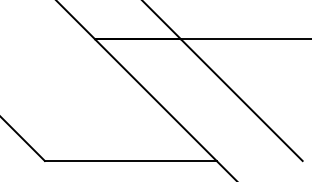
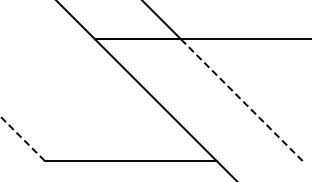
line at (241, 100): solid -> dashed
line at (22, 139): solid -> dashed
